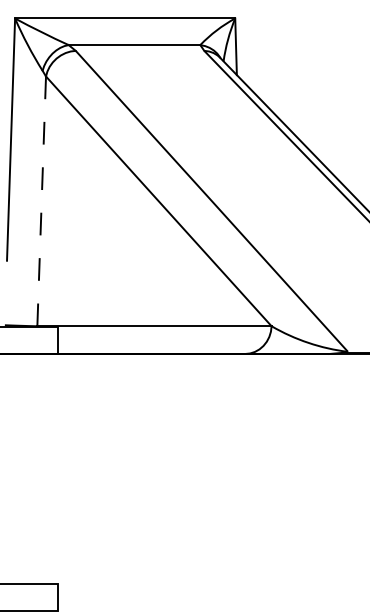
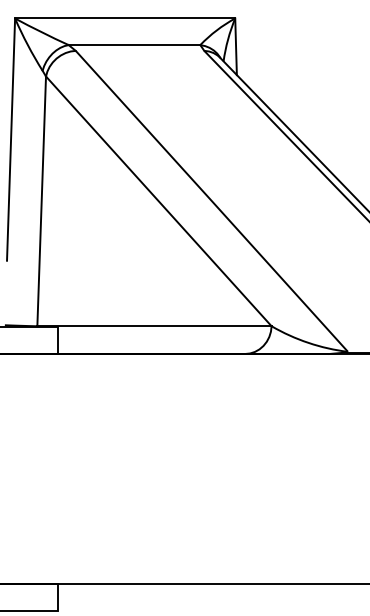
line at (41, 201): dashed -> solid
line at (184, 584): none -> present
